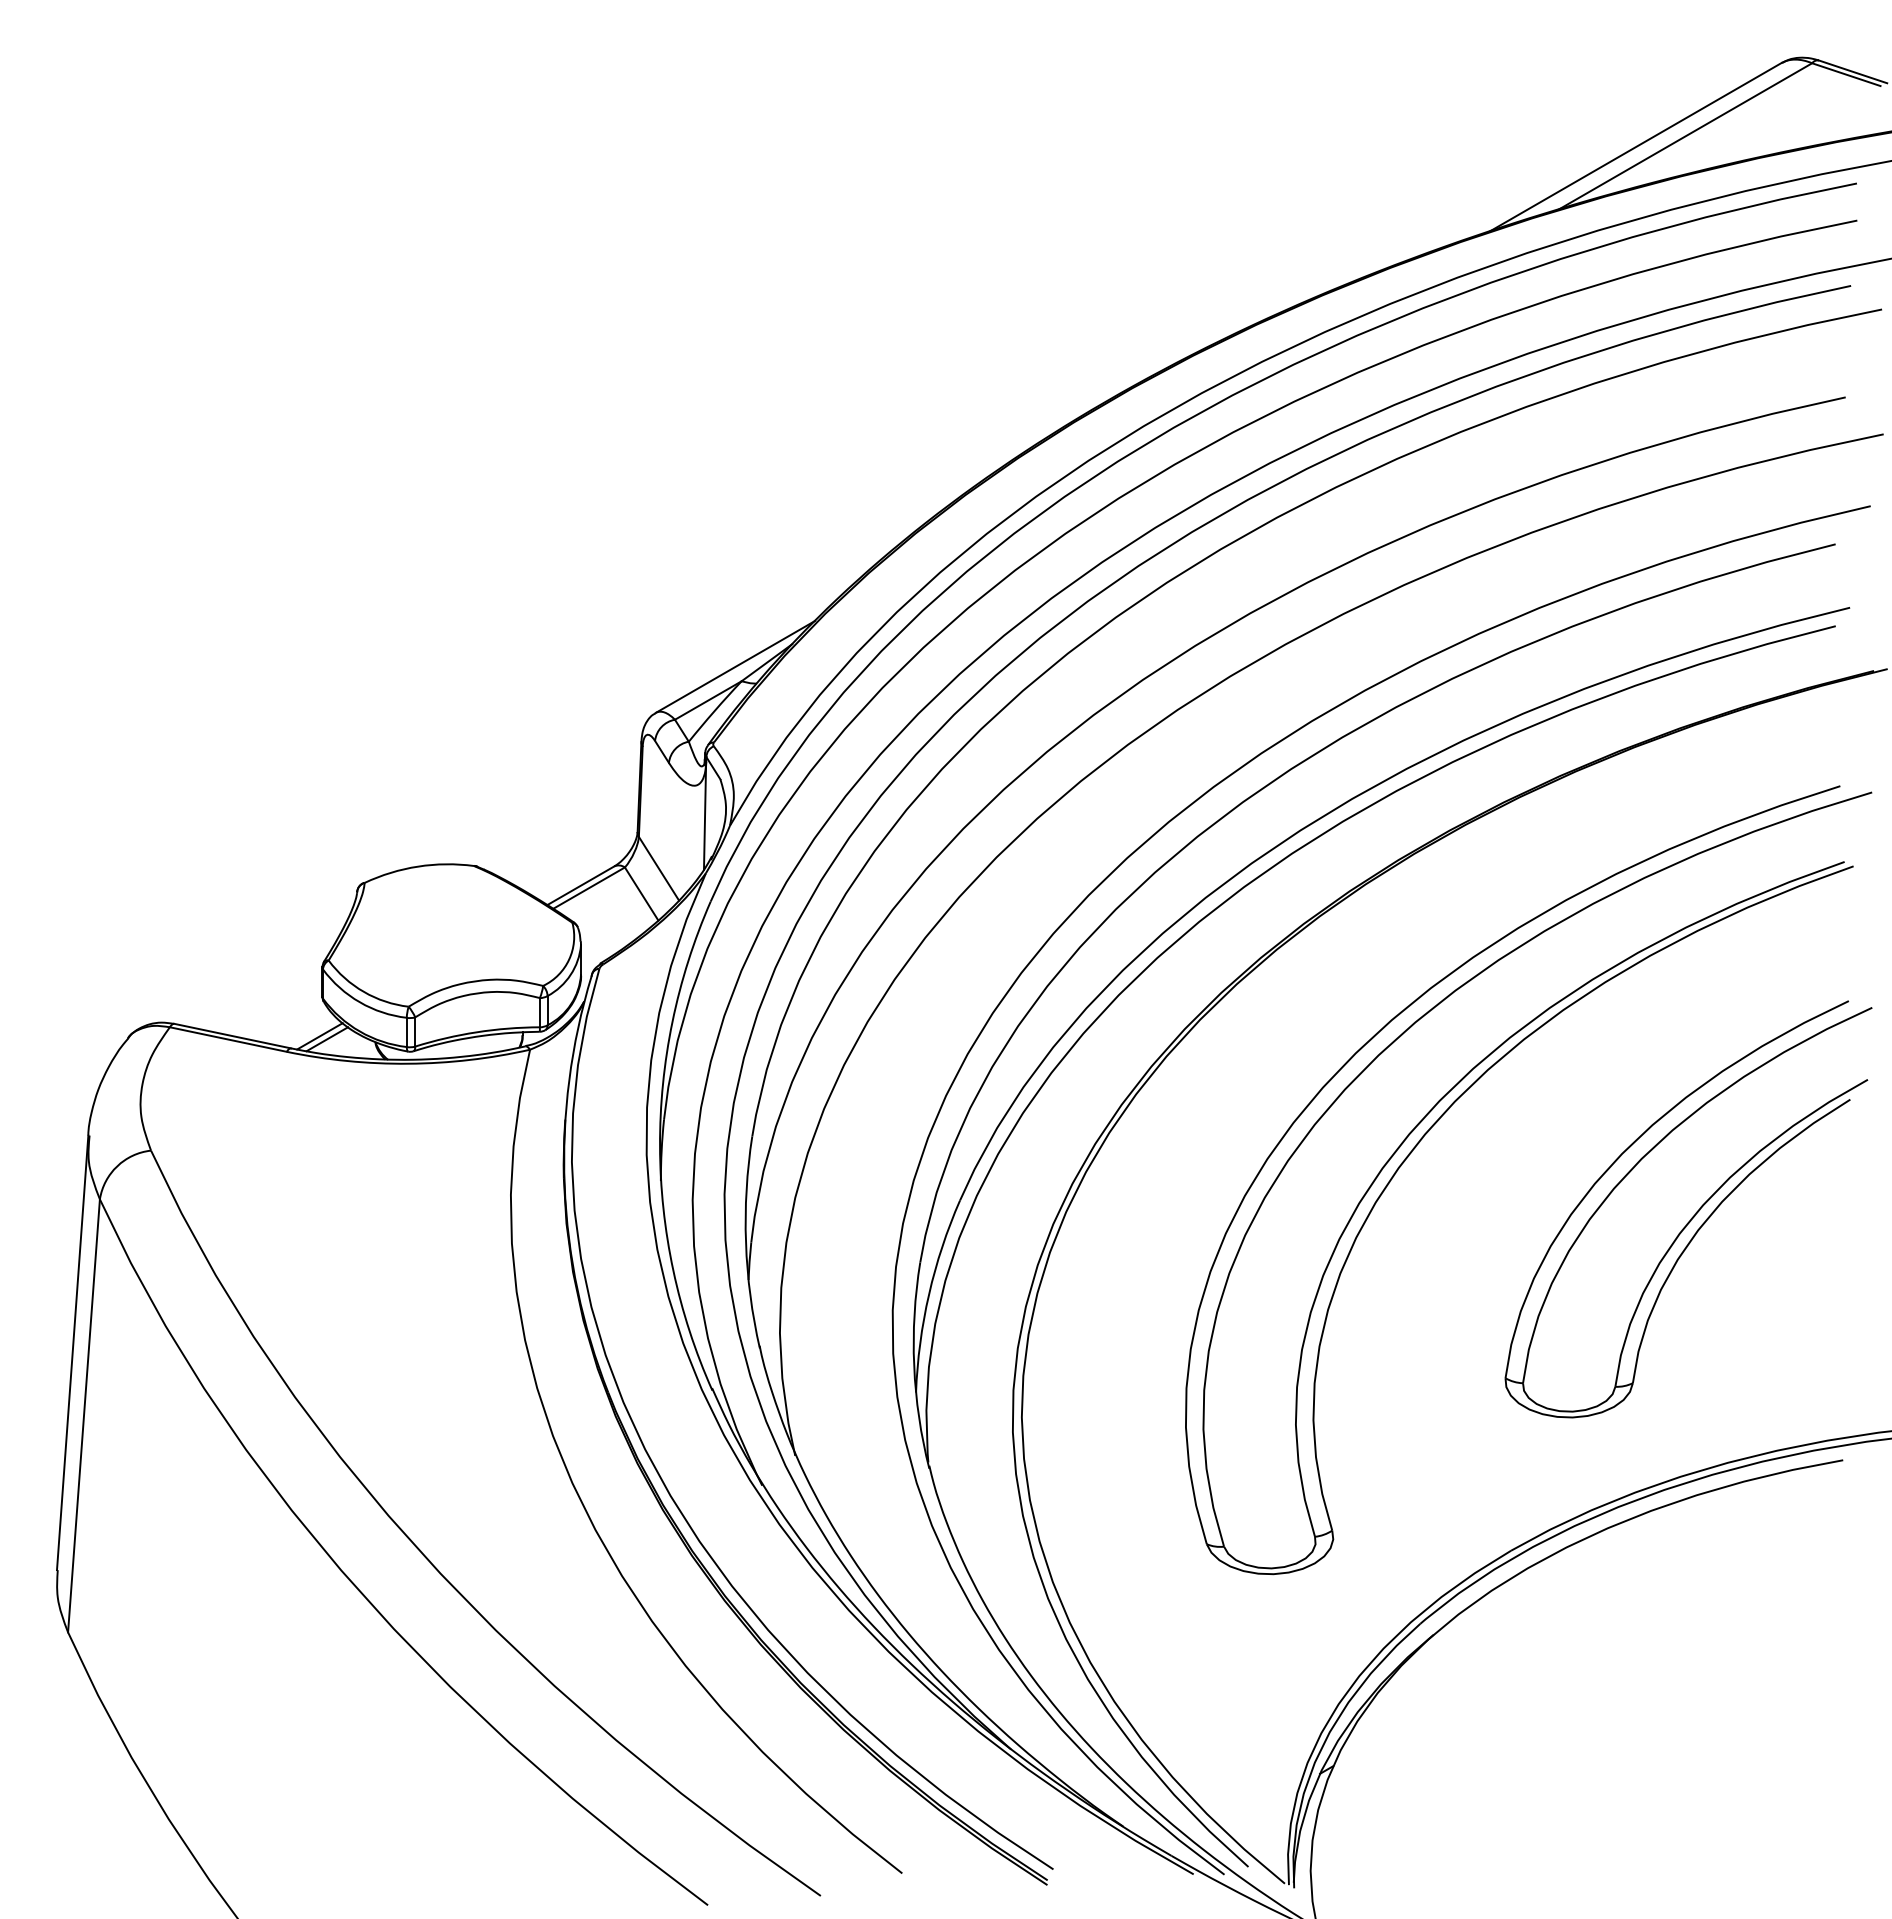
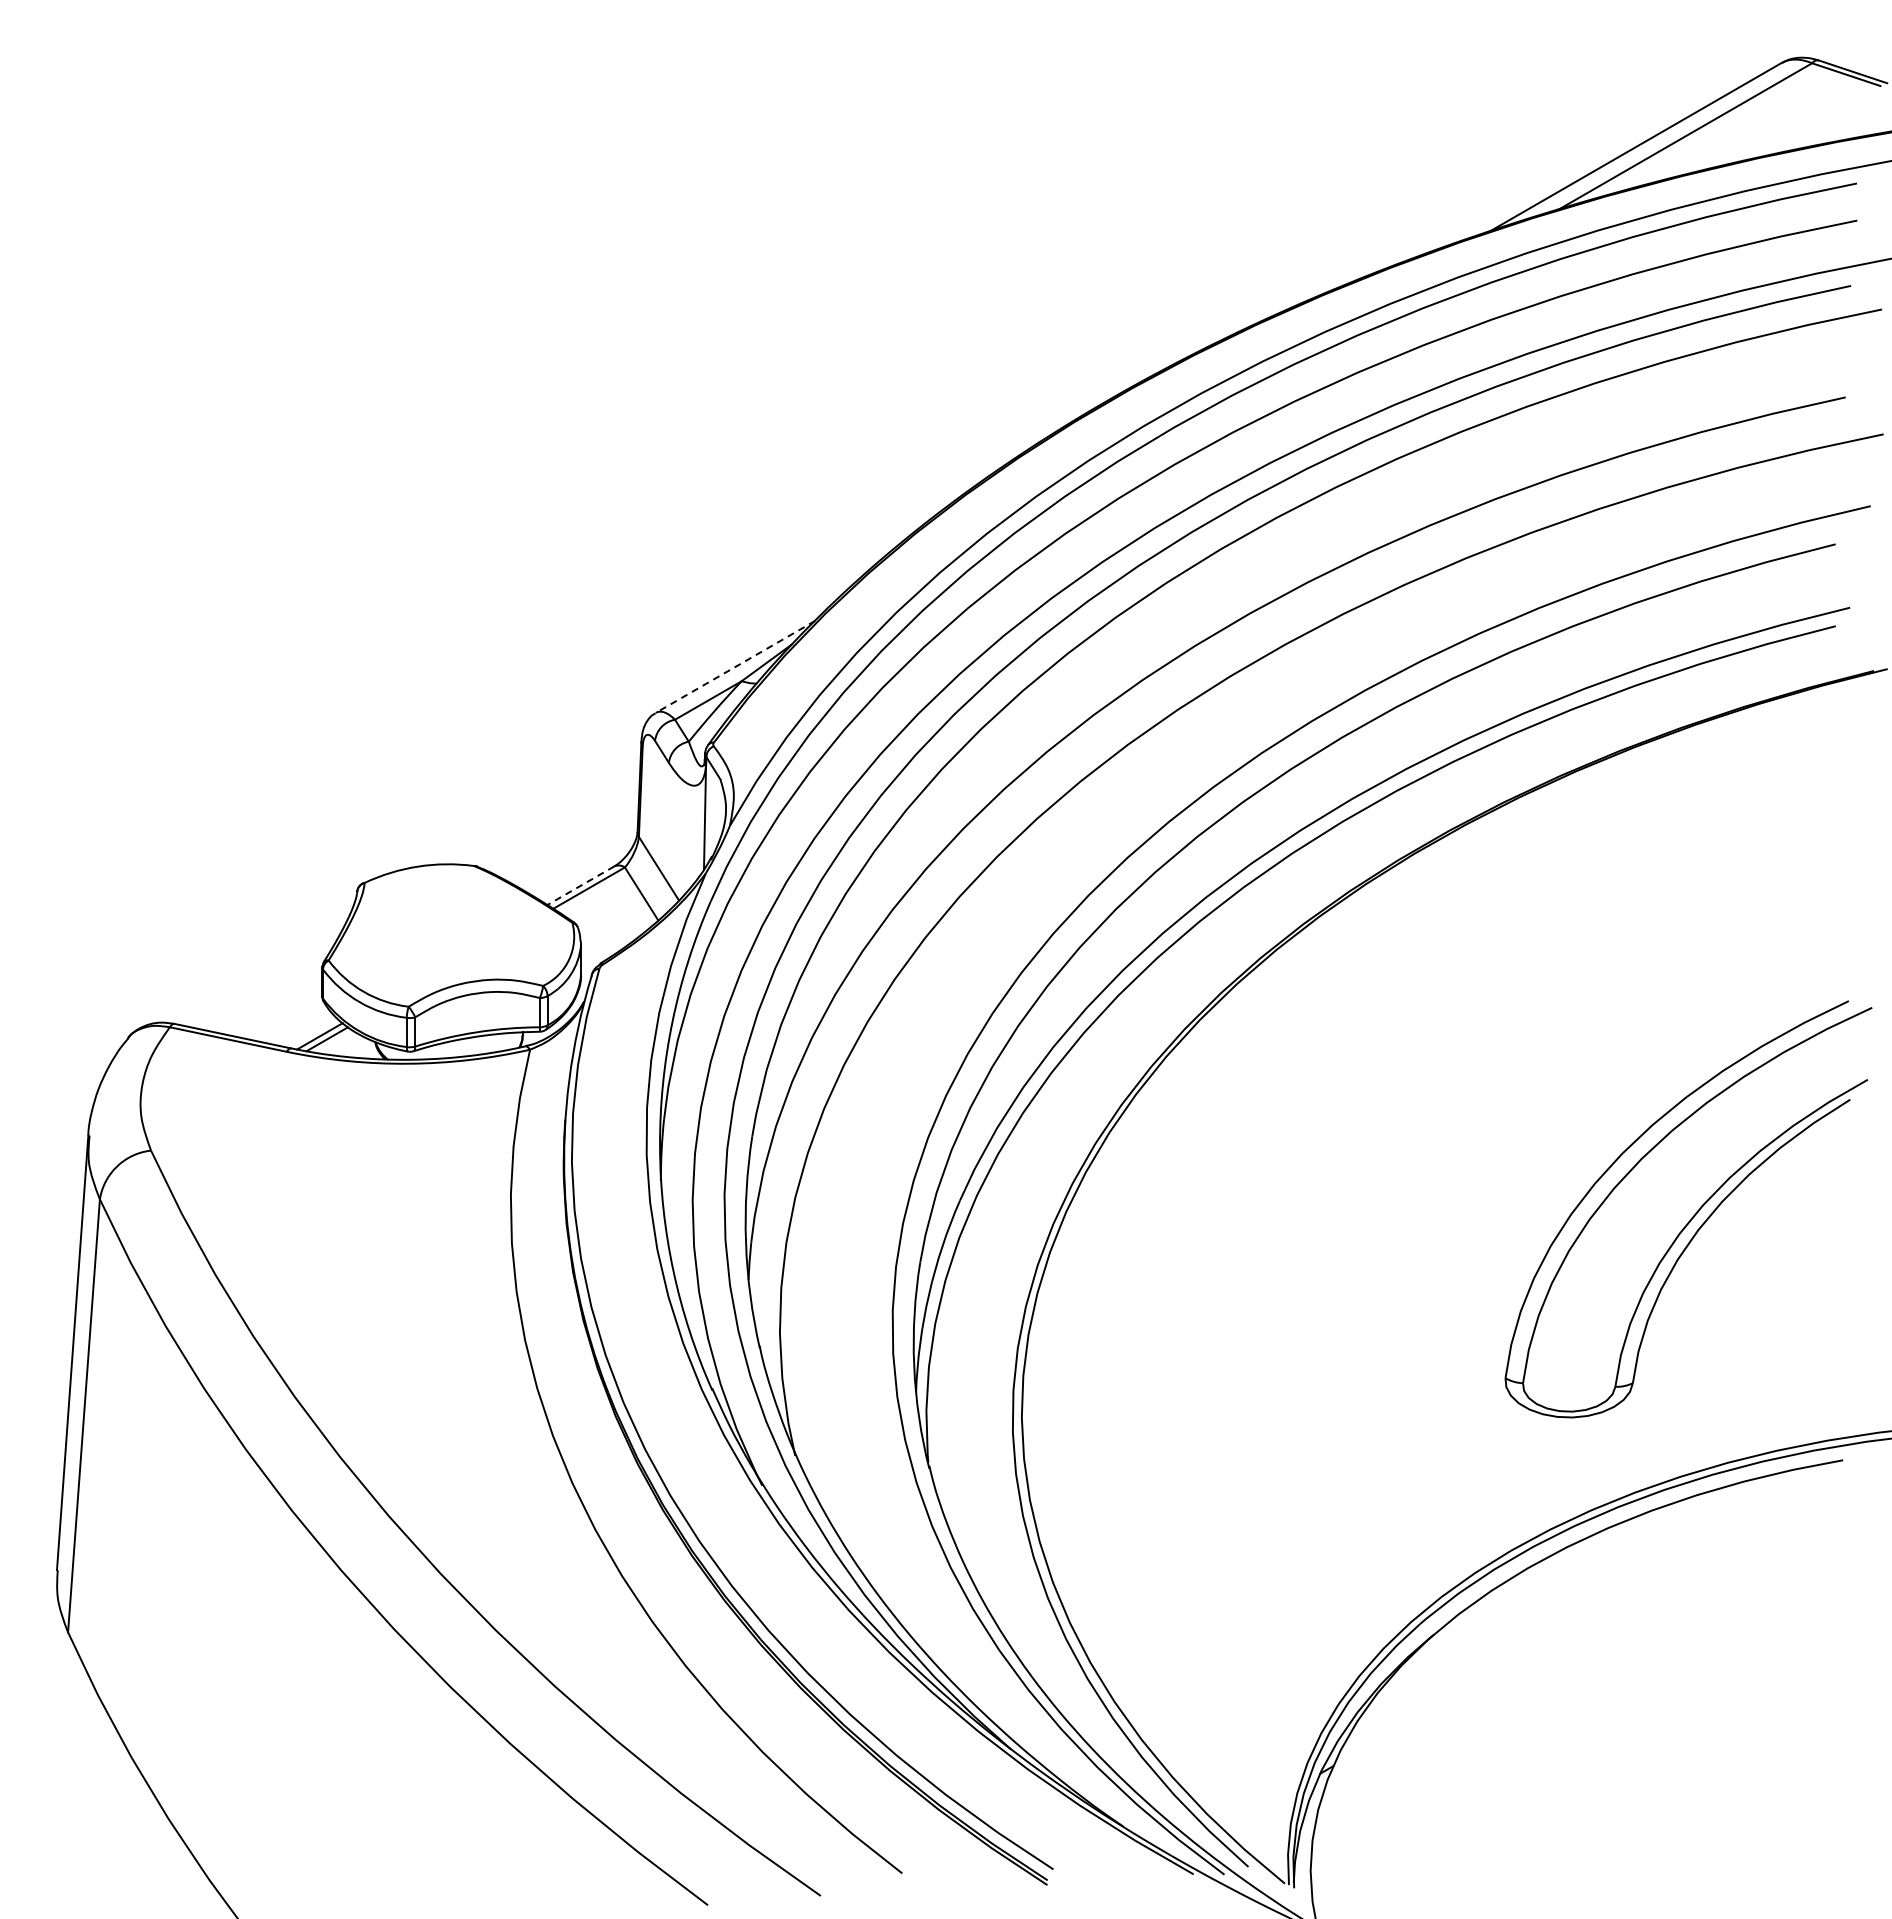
line at (735, 667): solid -> dashed
line at (580, 885): solid -> dashed
part at (1449, 1109): present -> none
